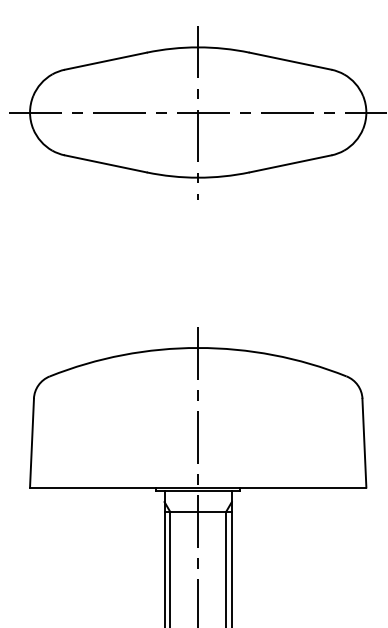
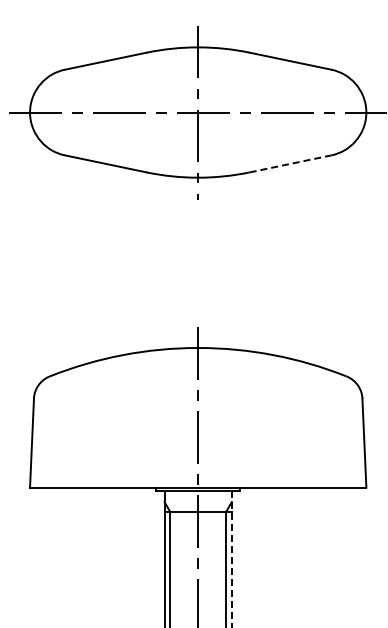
line at (290, 163): solid -> dashed
line at (231, 559): solid -> dashed
